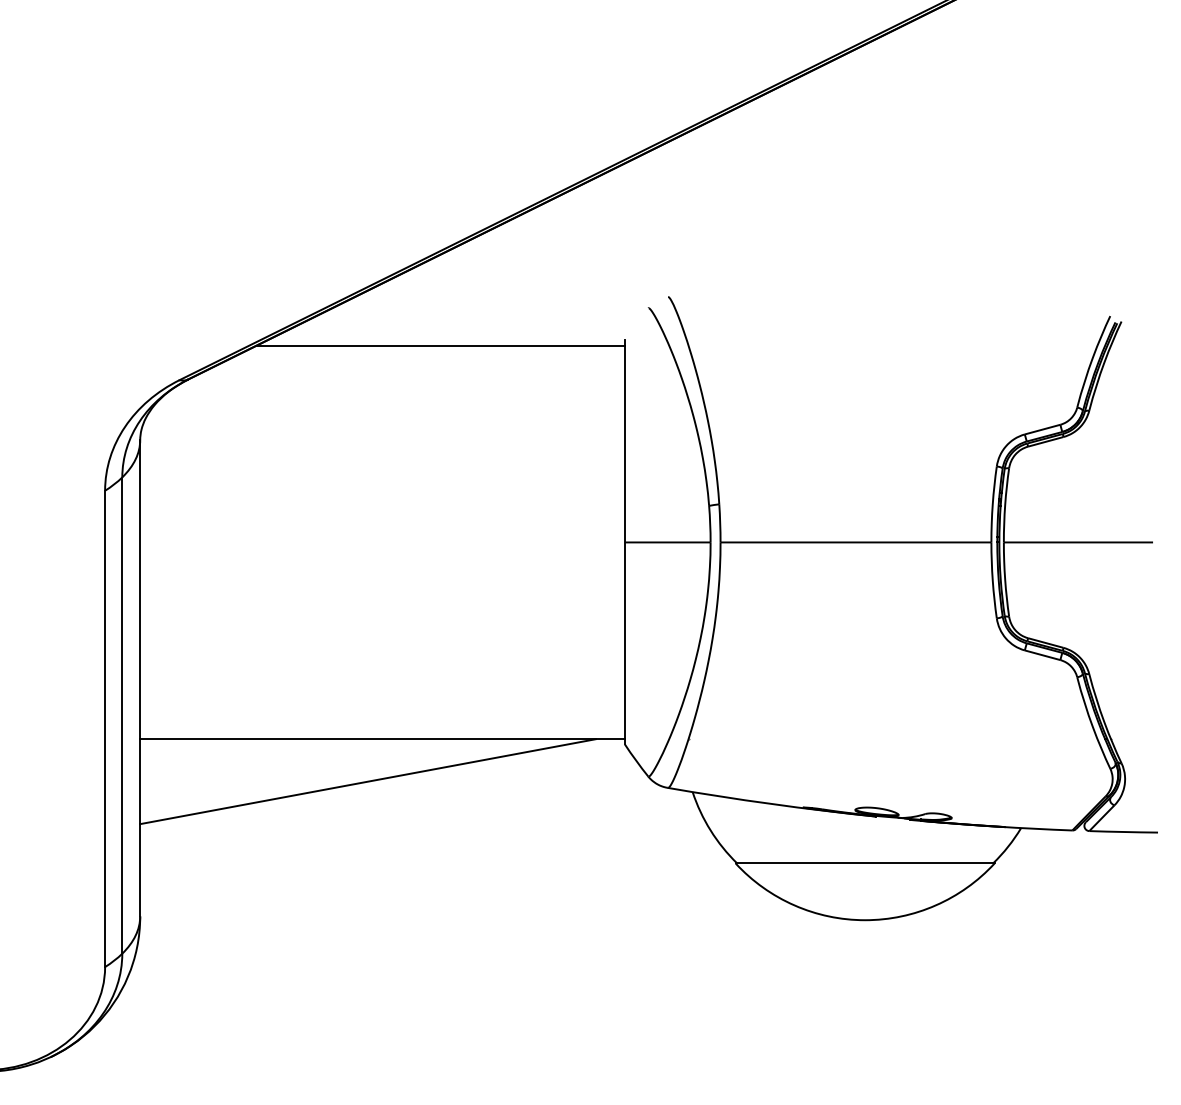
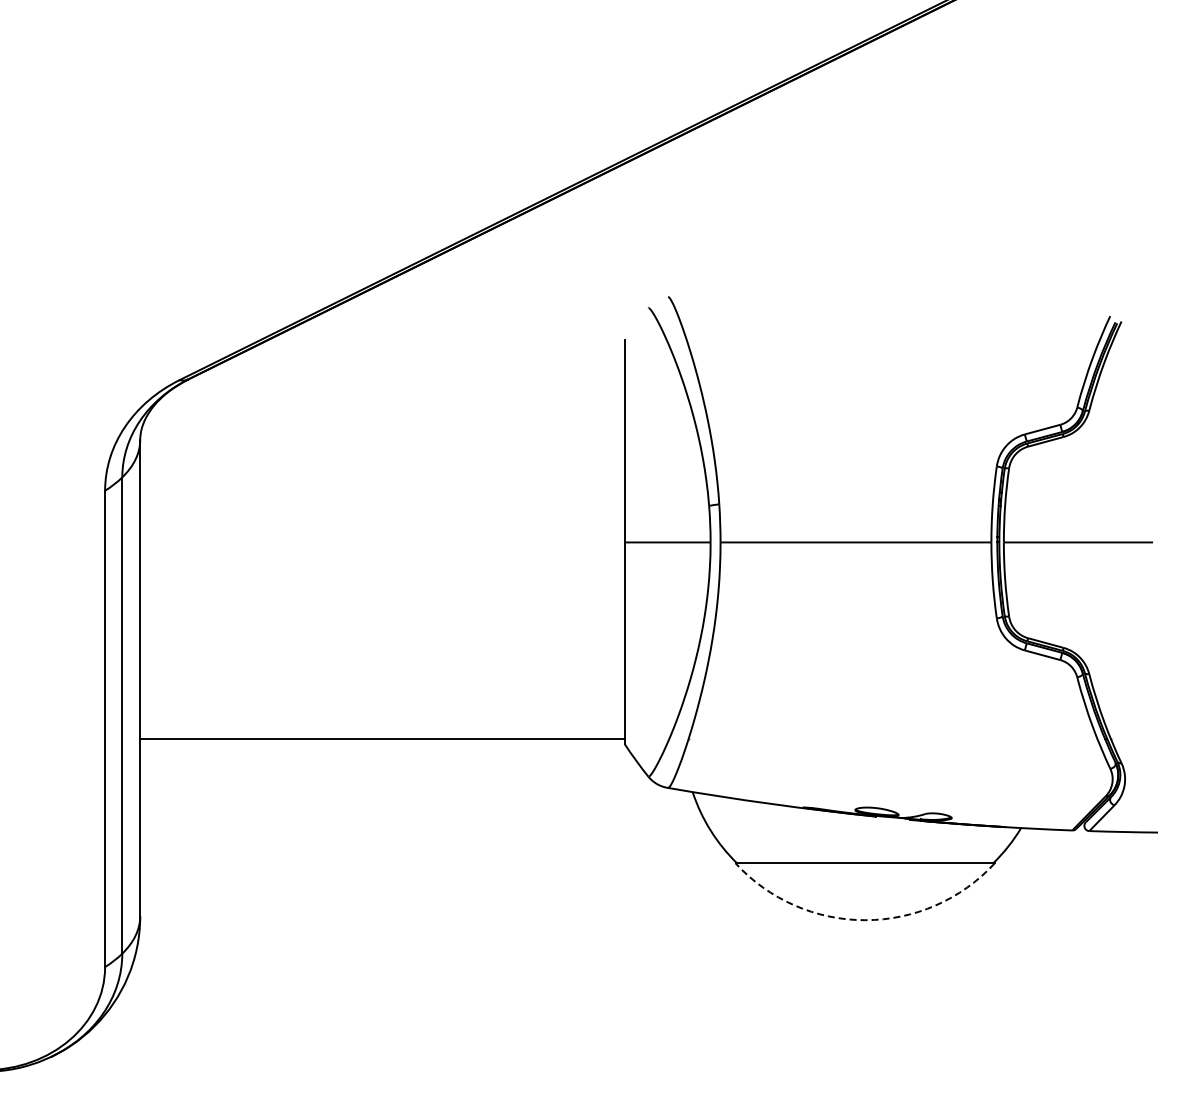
line at (440, 345): present -> none
line at (367, 781): present -> none
arc at (865, 920): solid -> dashed
